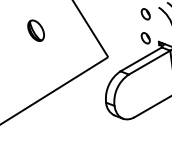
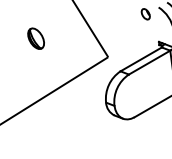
part at (35, 30) position: (35, 30) -> (35, 38)
part at (145, 38): present -> none
